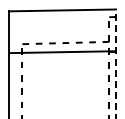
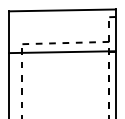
line at (115, 63): dashed -> solid
